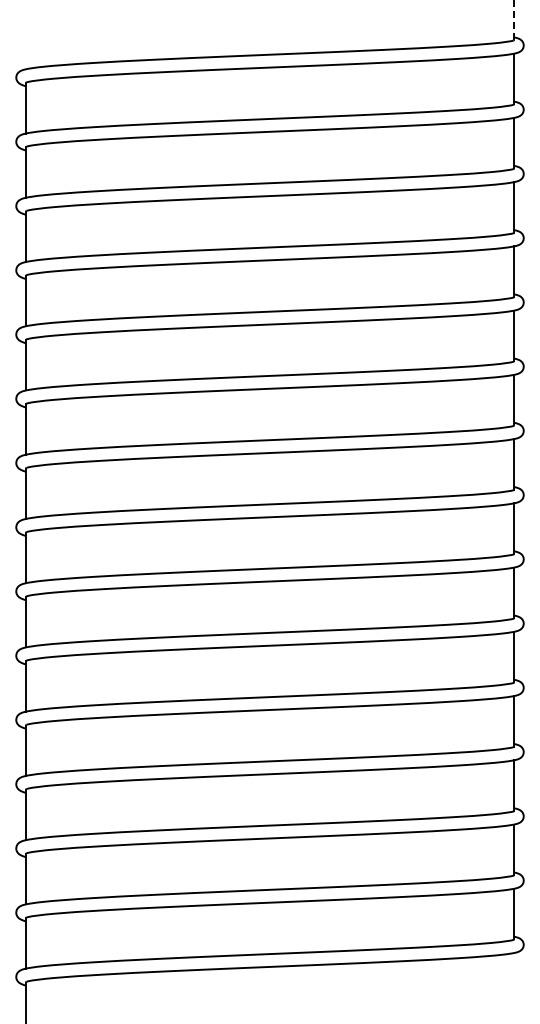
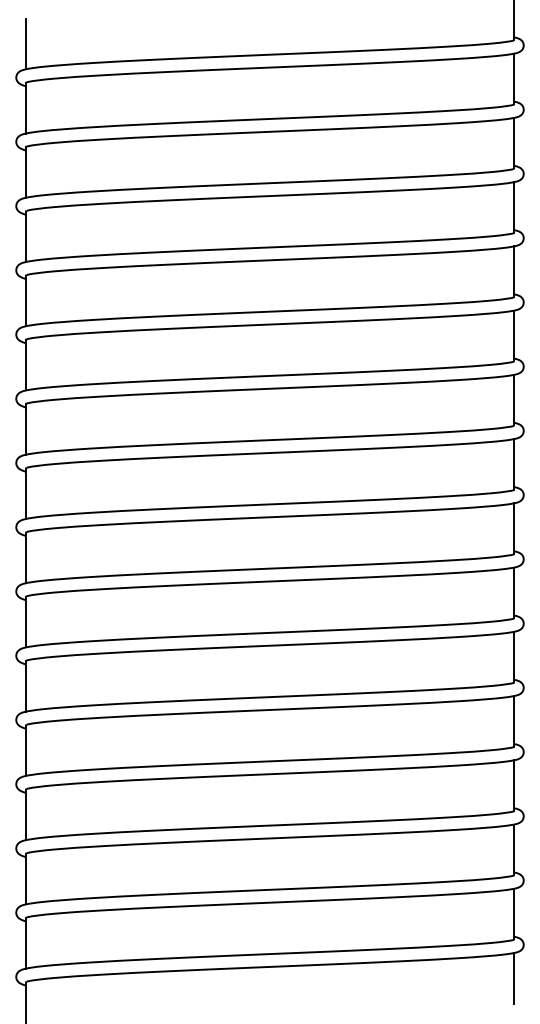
line at (514, 20): dashed -> solid
line at (25, 43): none -> present
line at (514, 978): none -> present
